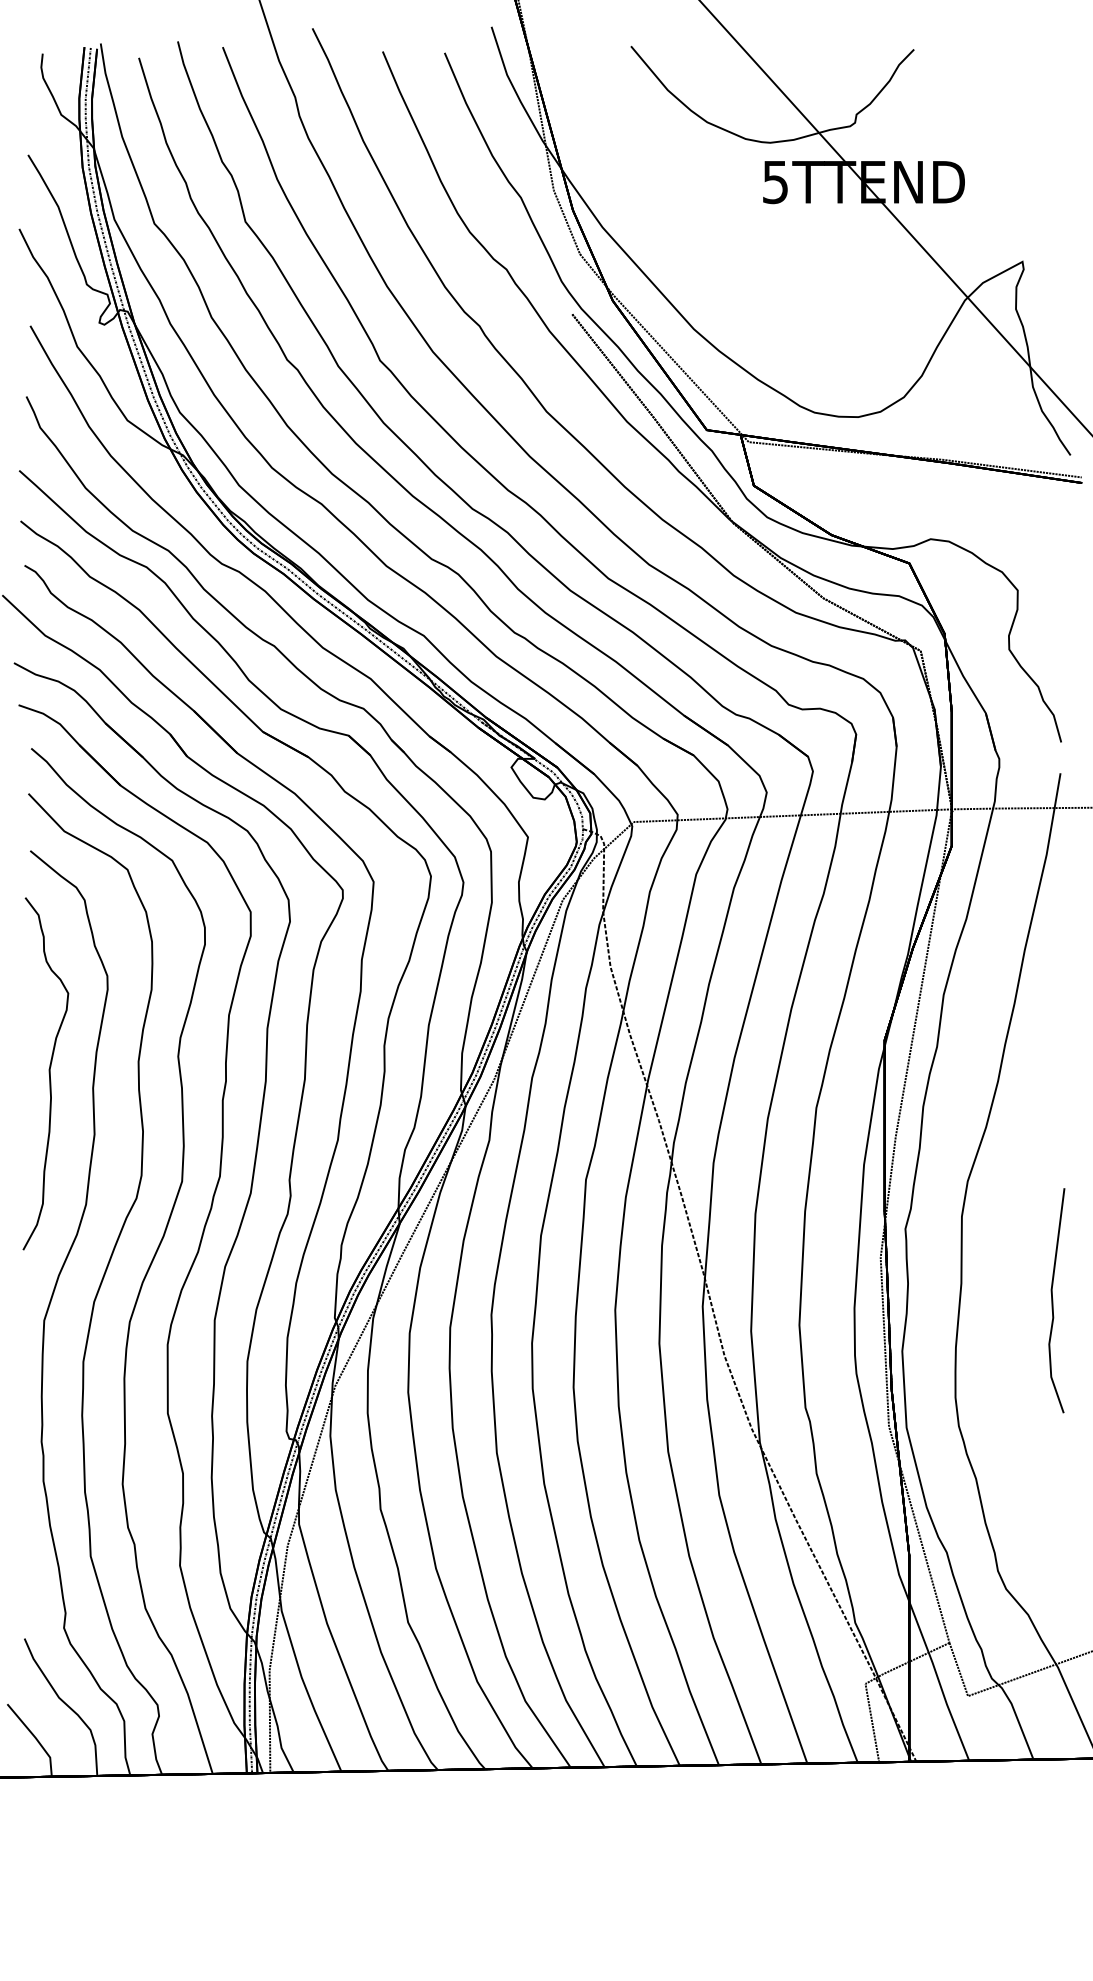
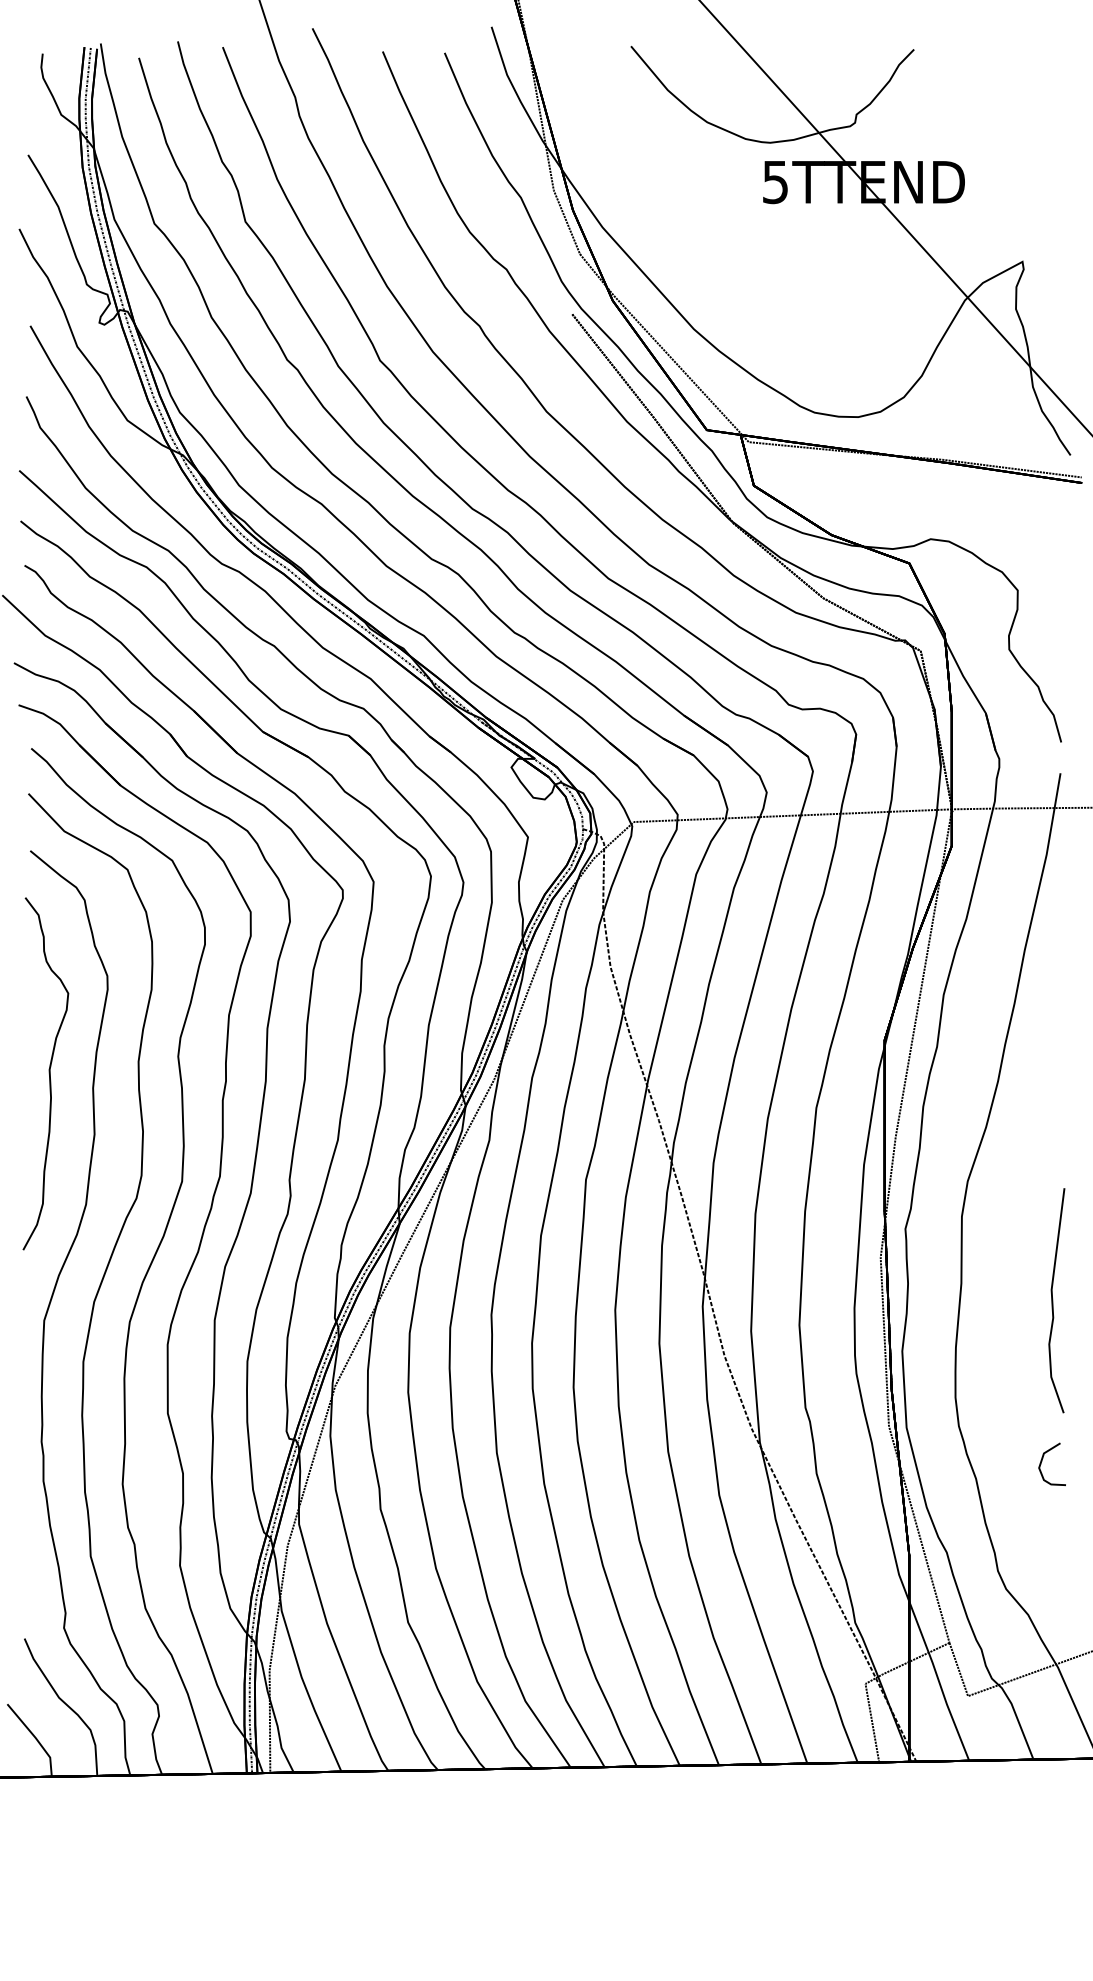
curve at (1042, 1461): none -> present
